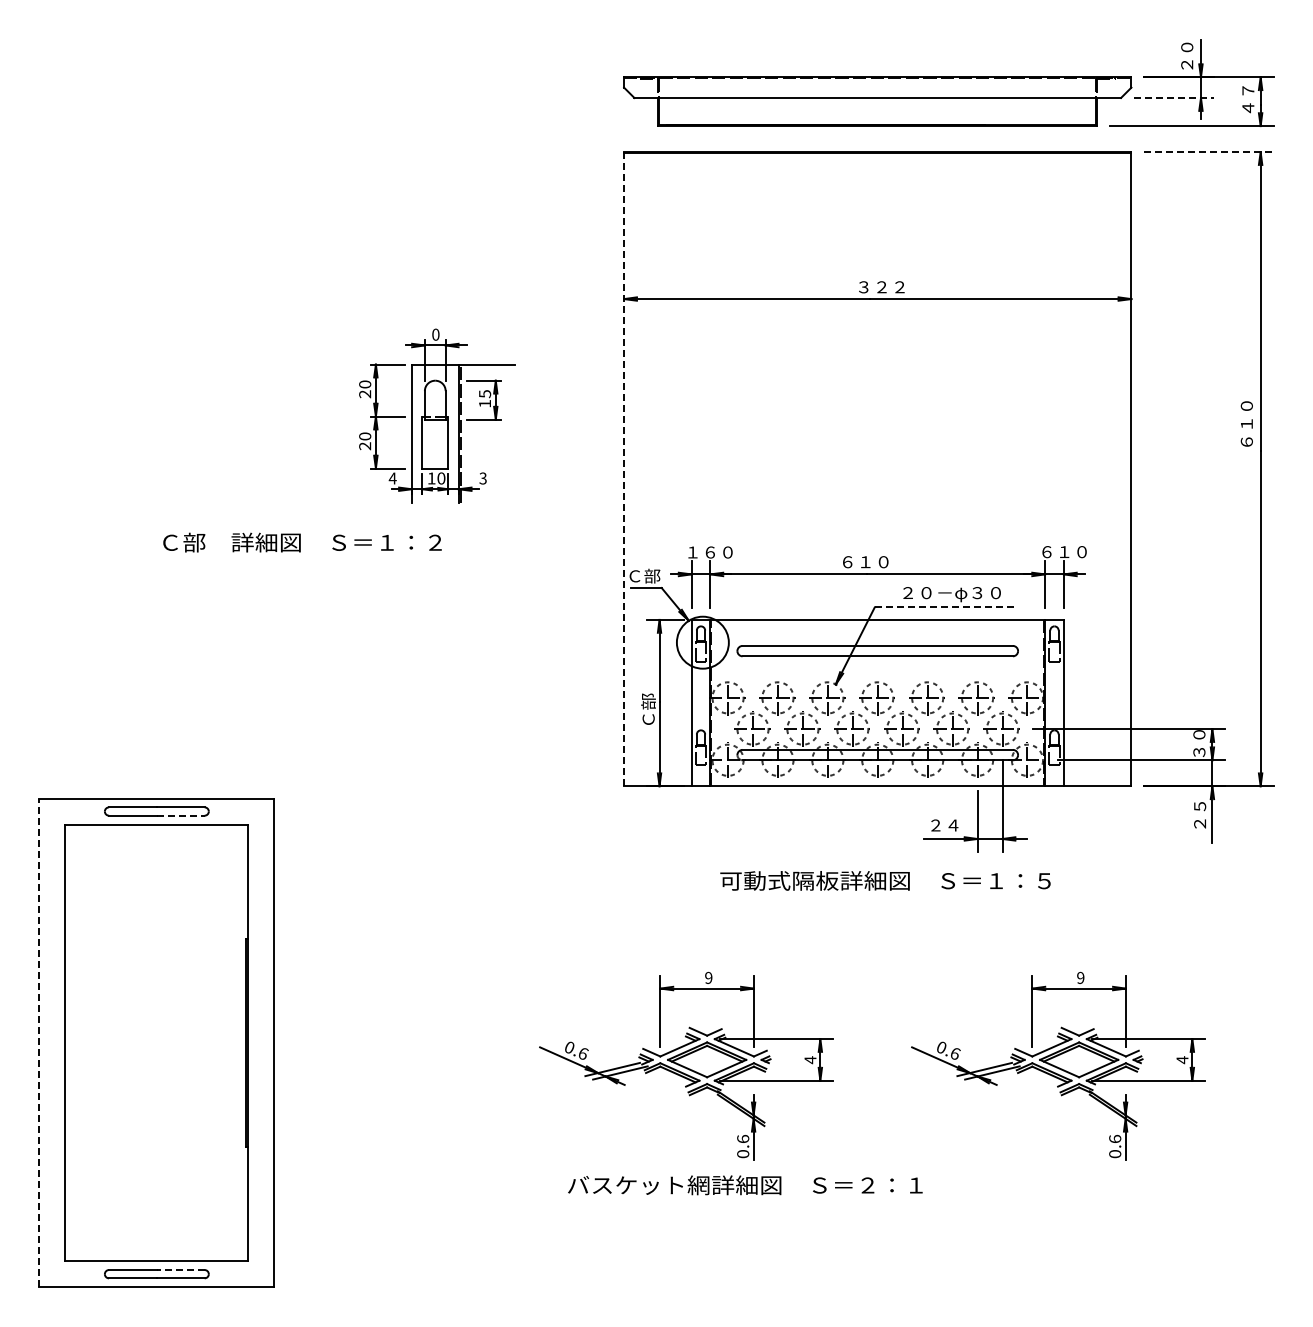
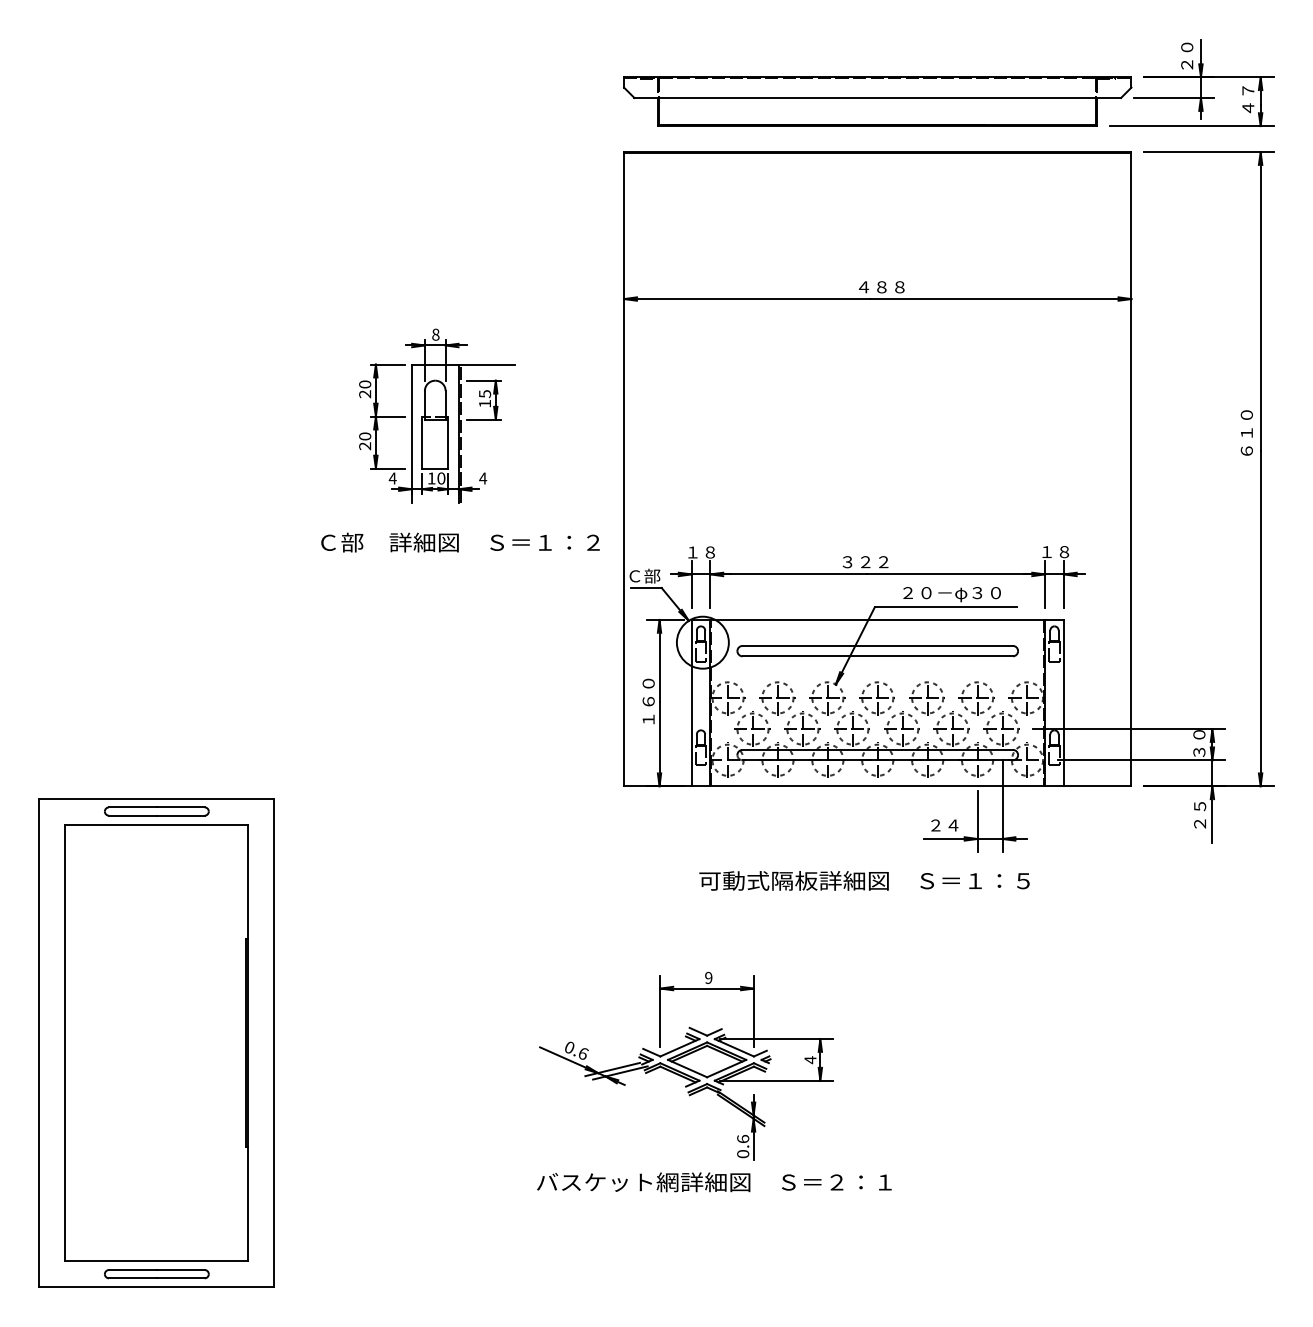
line at (1174, 98): dashed -> solid
line at (1209, 152): dashed -> solid
text at (881, 287): ３２２ -> ４８８
text at (435, 334): 0 -> 8
text at (1246, 423) position: (1246, 423) -> (1246, 432)
line at (624, 468): dashed -> solid
text at (483, 478): 3 -> 4
text at (302, 542) position: (302, 542) -> (460, 542)
text at (718, 552): １６０ -> １８
text at (1064, 552): ６１０ -> １８
text at (865, 562): ６１０ -> ３２２
line at (945, 607): dashed -> solid
text at (648, 701): Ｃ部 -> １６０
line at (180, 815): dashed -> solid
text at (885, 880) position: (885, 880) -> (864, 880)
line at (39, 1042): dashed -> solid
part at (1058, 1065): present -> none
text at (745, 1185) position: (745, 1185) -> (714, 1182)
line at (180, 1270): dashed -> solid
